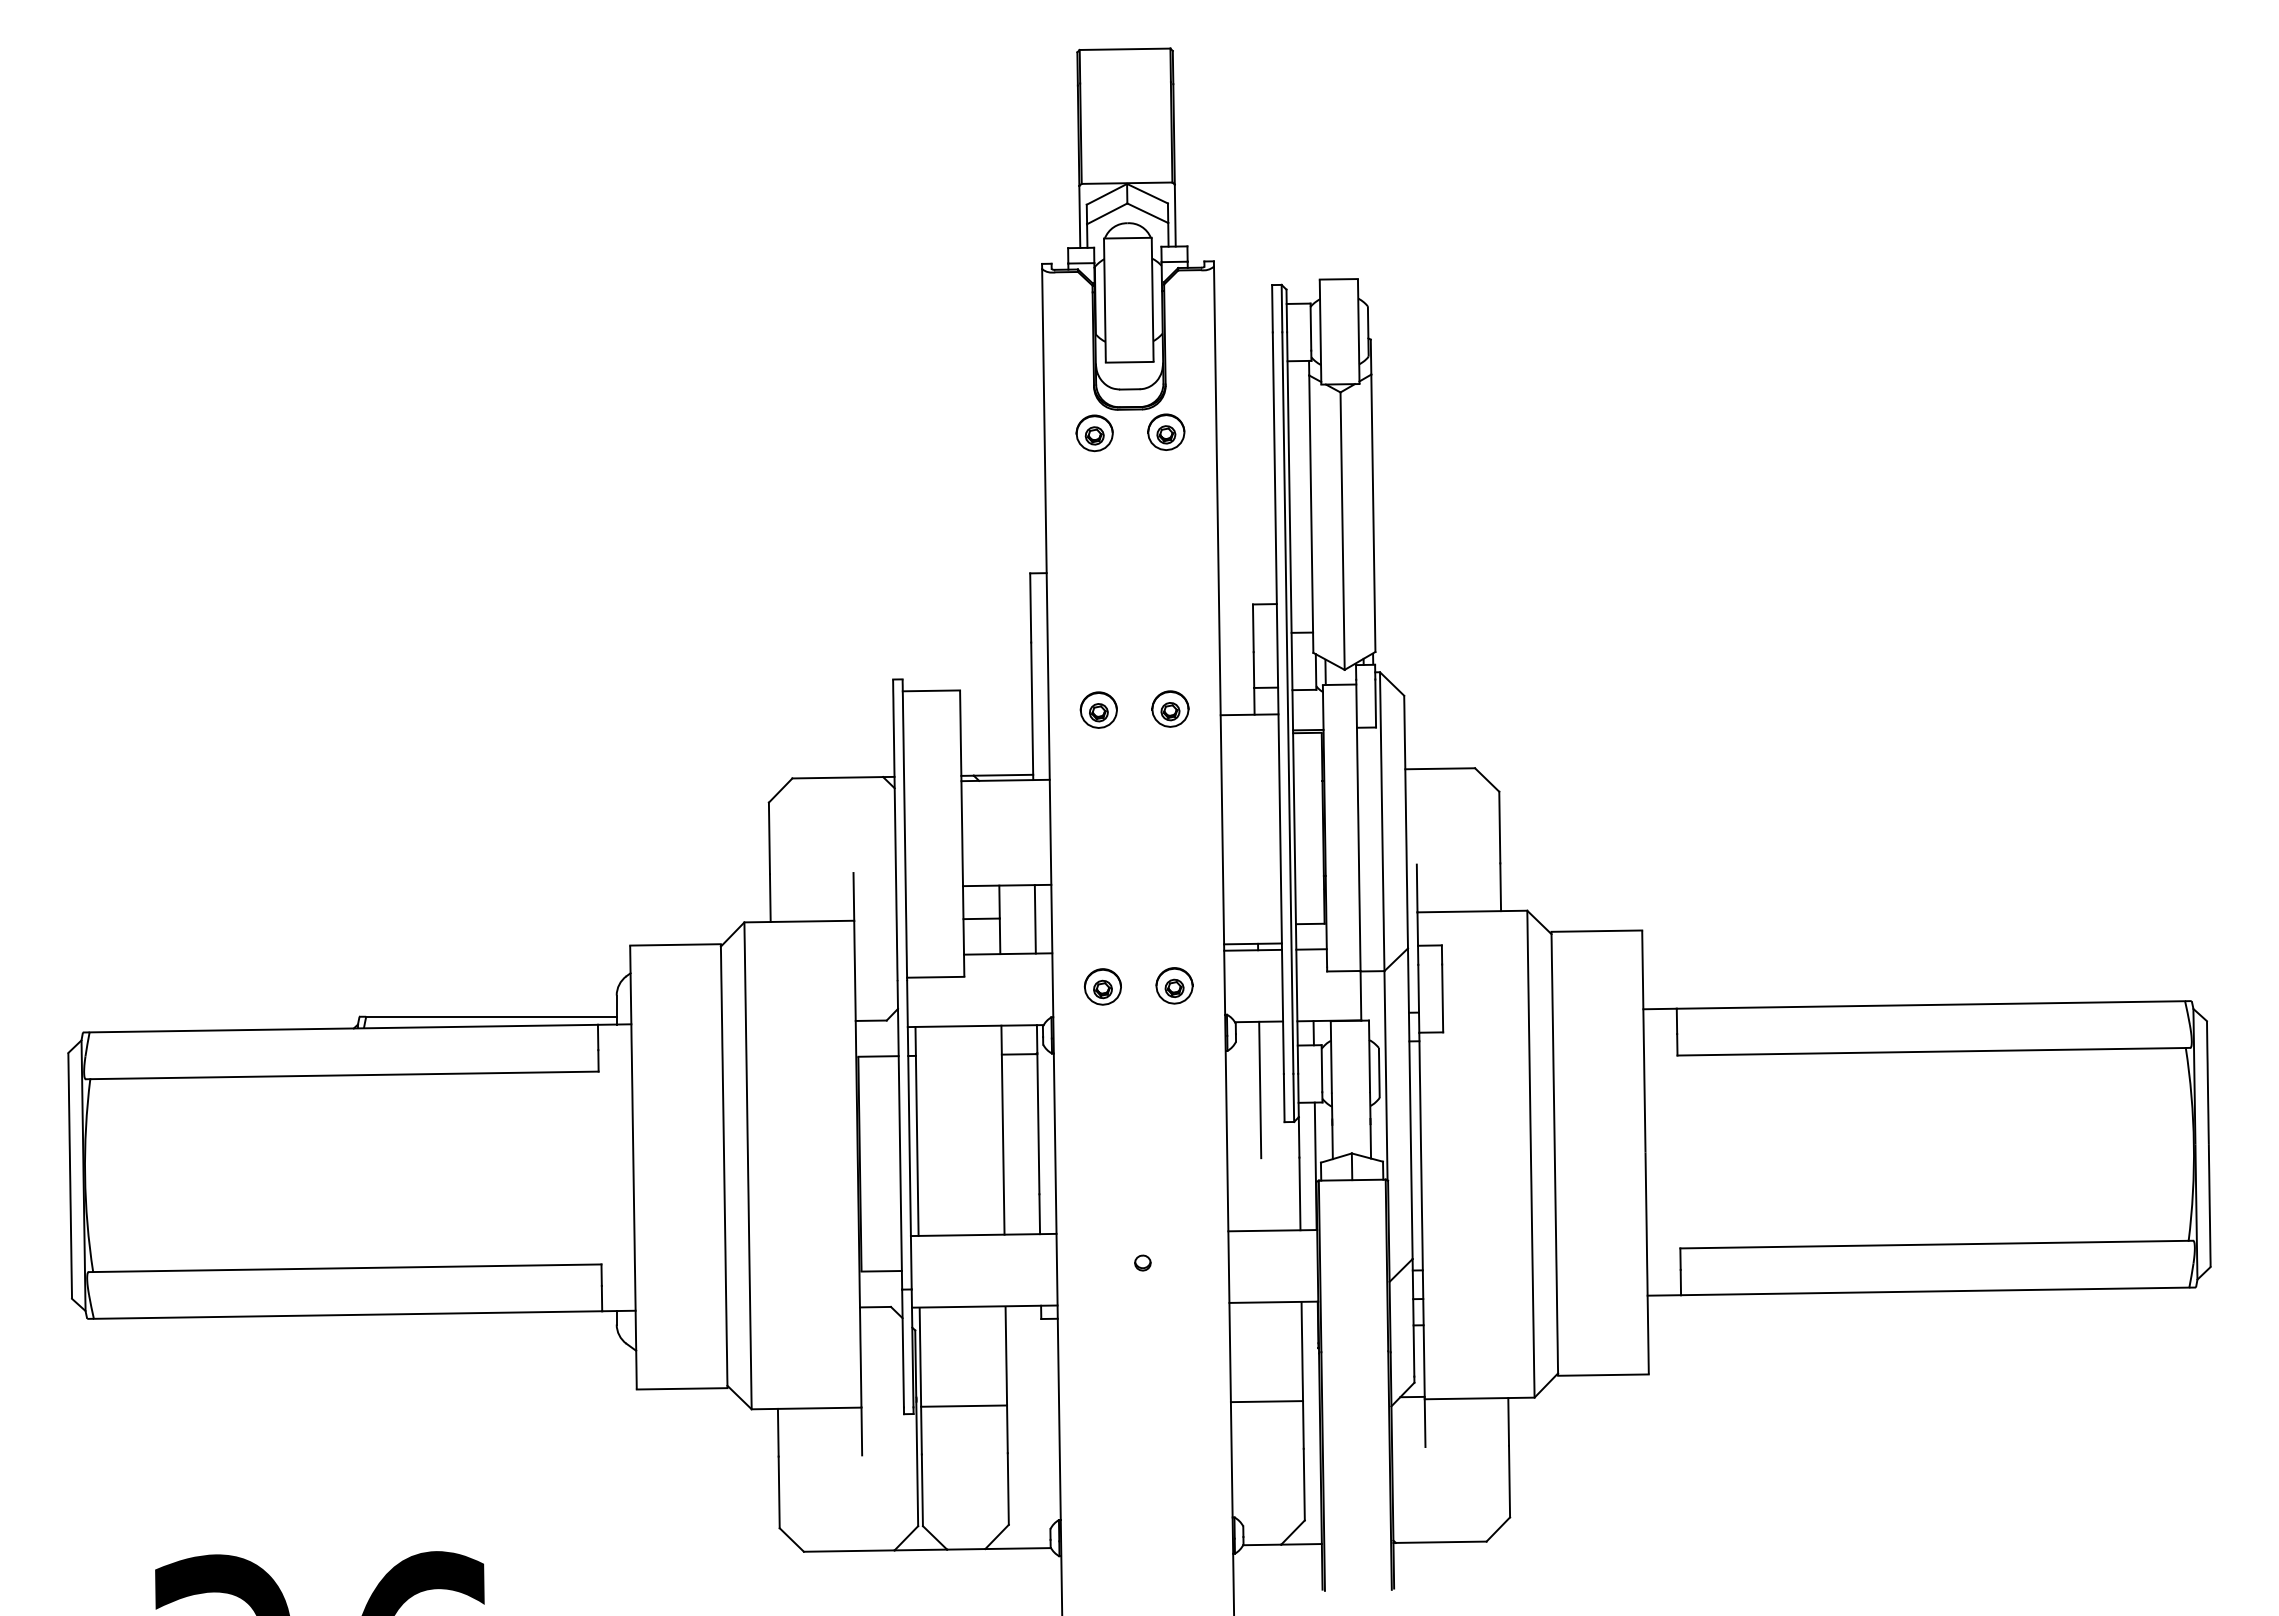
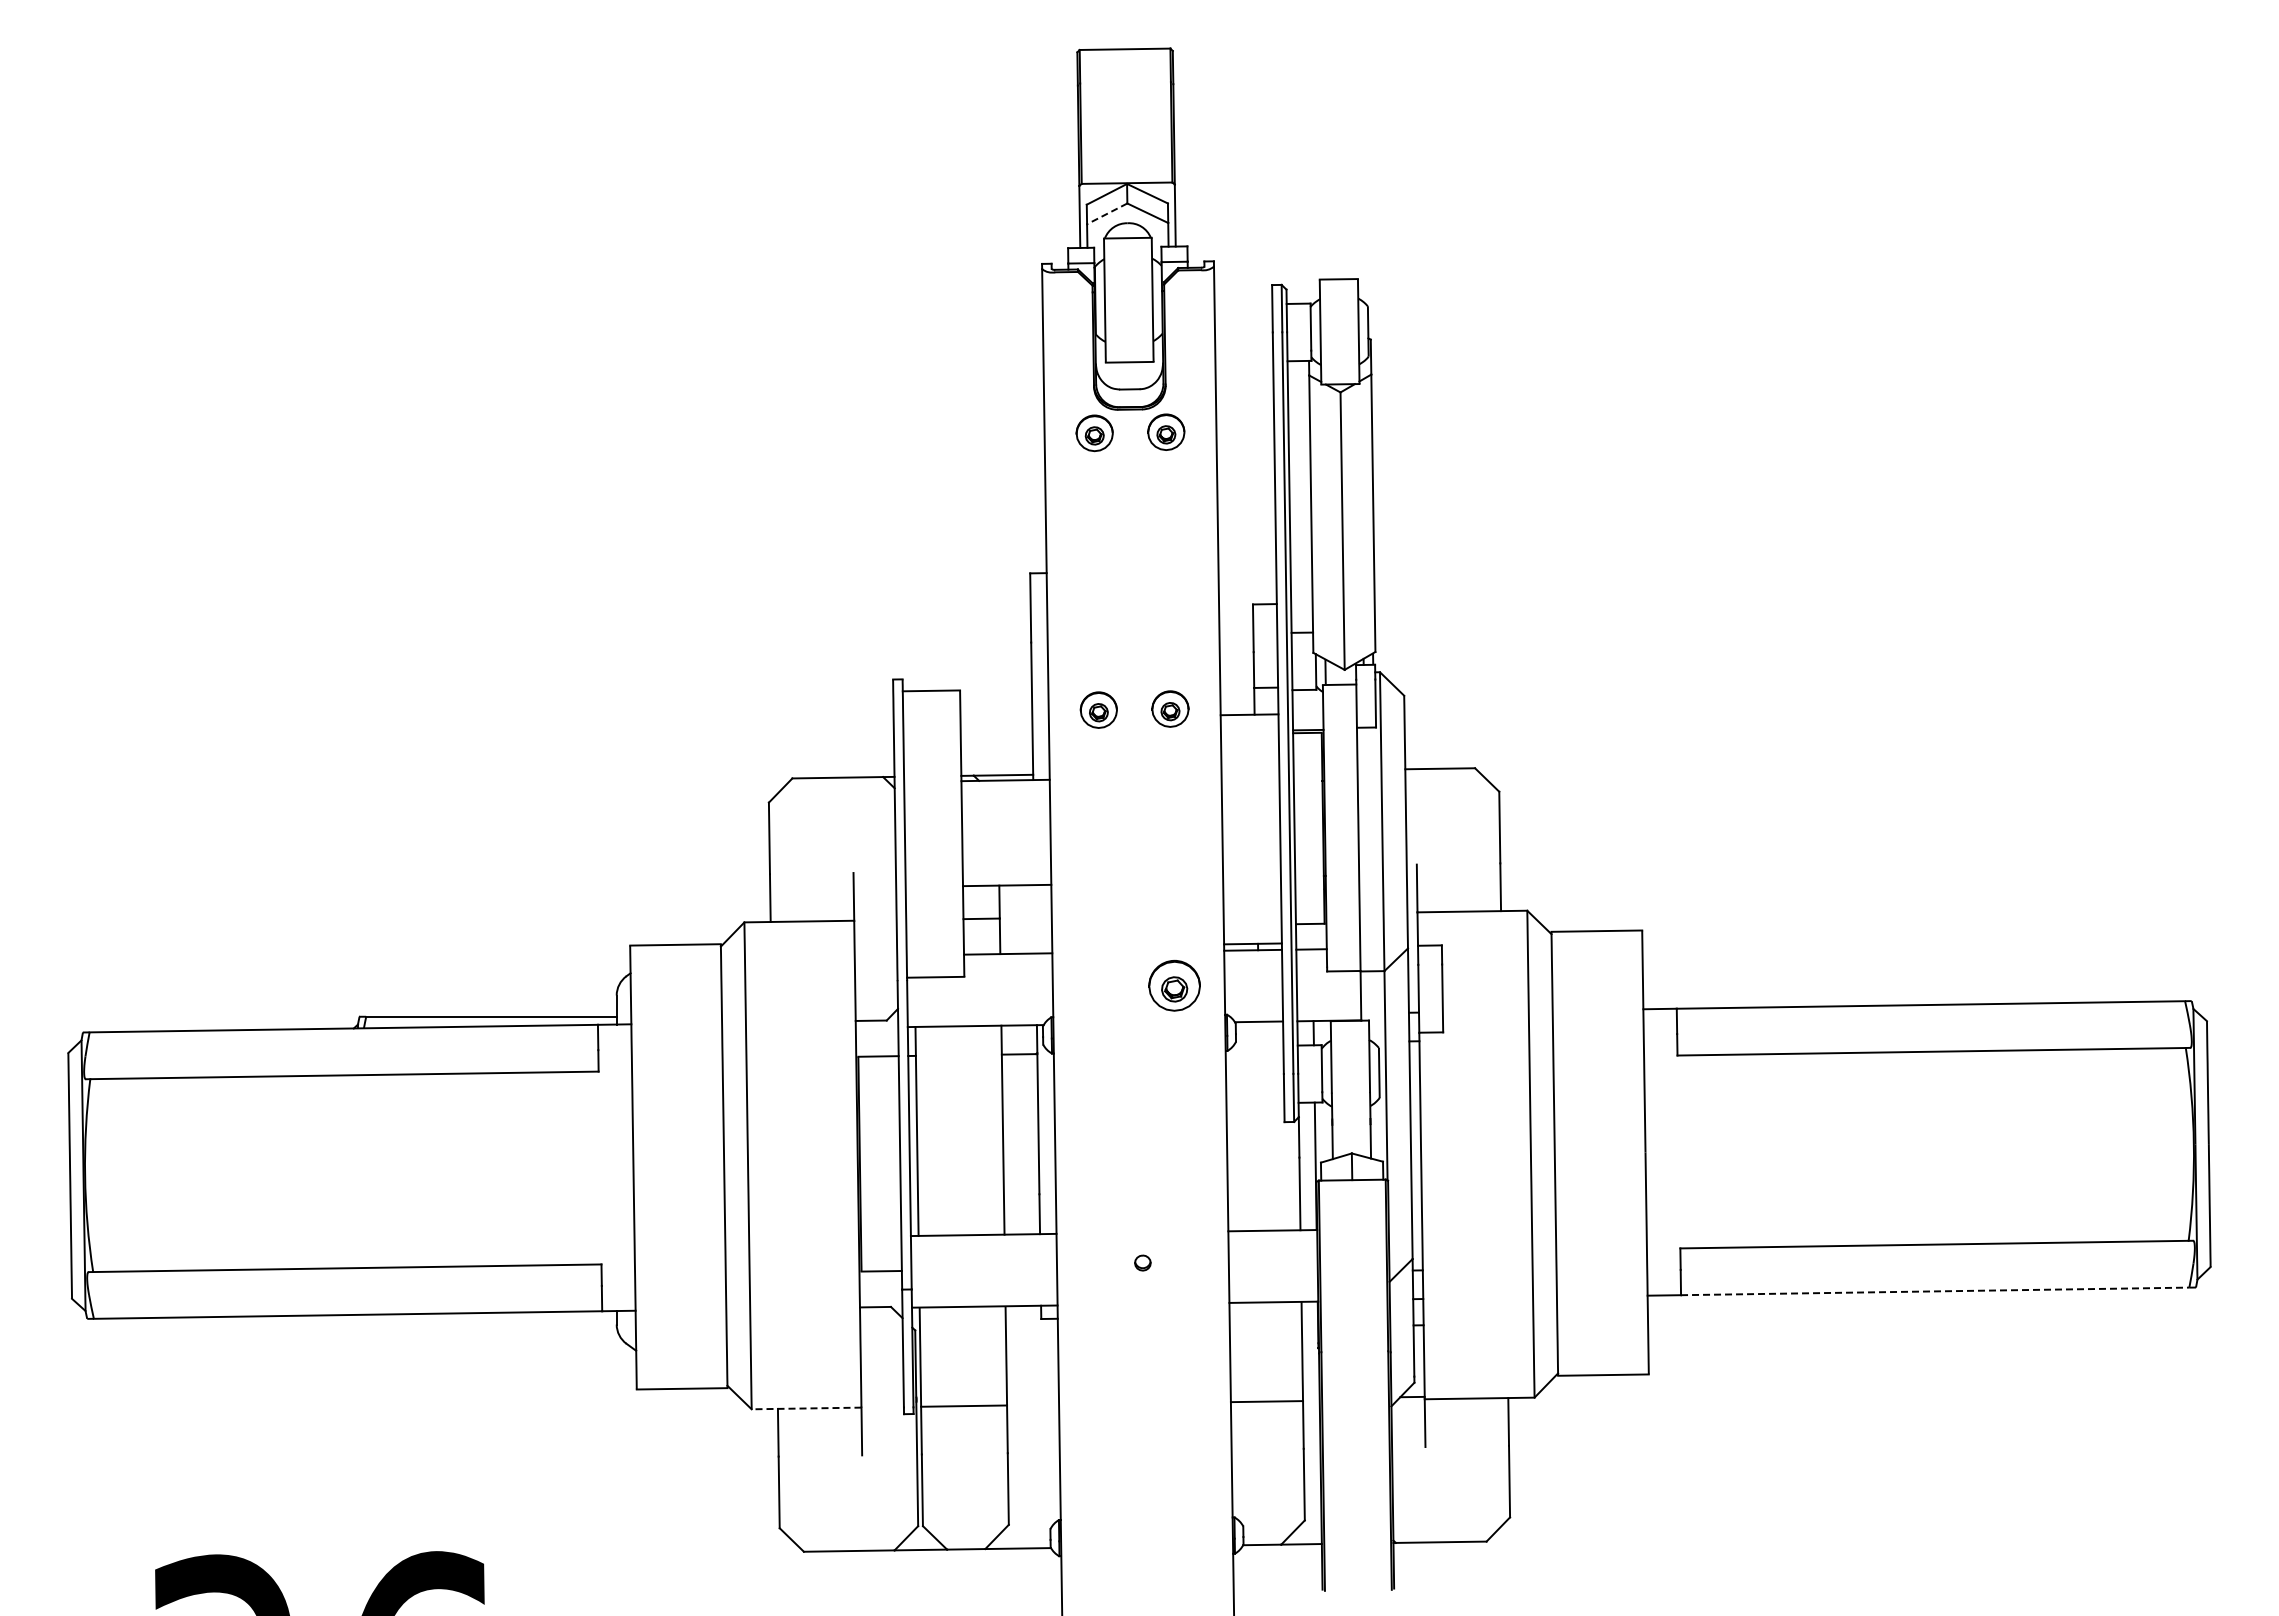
line at (1107, 213): solid -> dashed
line at (1034, 919): present -> none
part at (1174, 985) size: 39x38 px -> 53x52 px
part at (1102, 986): present -> none
line at (1260, 1089): present -> none
line at (1935, 1291): solid -> dashed
line at (806, 1408): solid -> dashed
